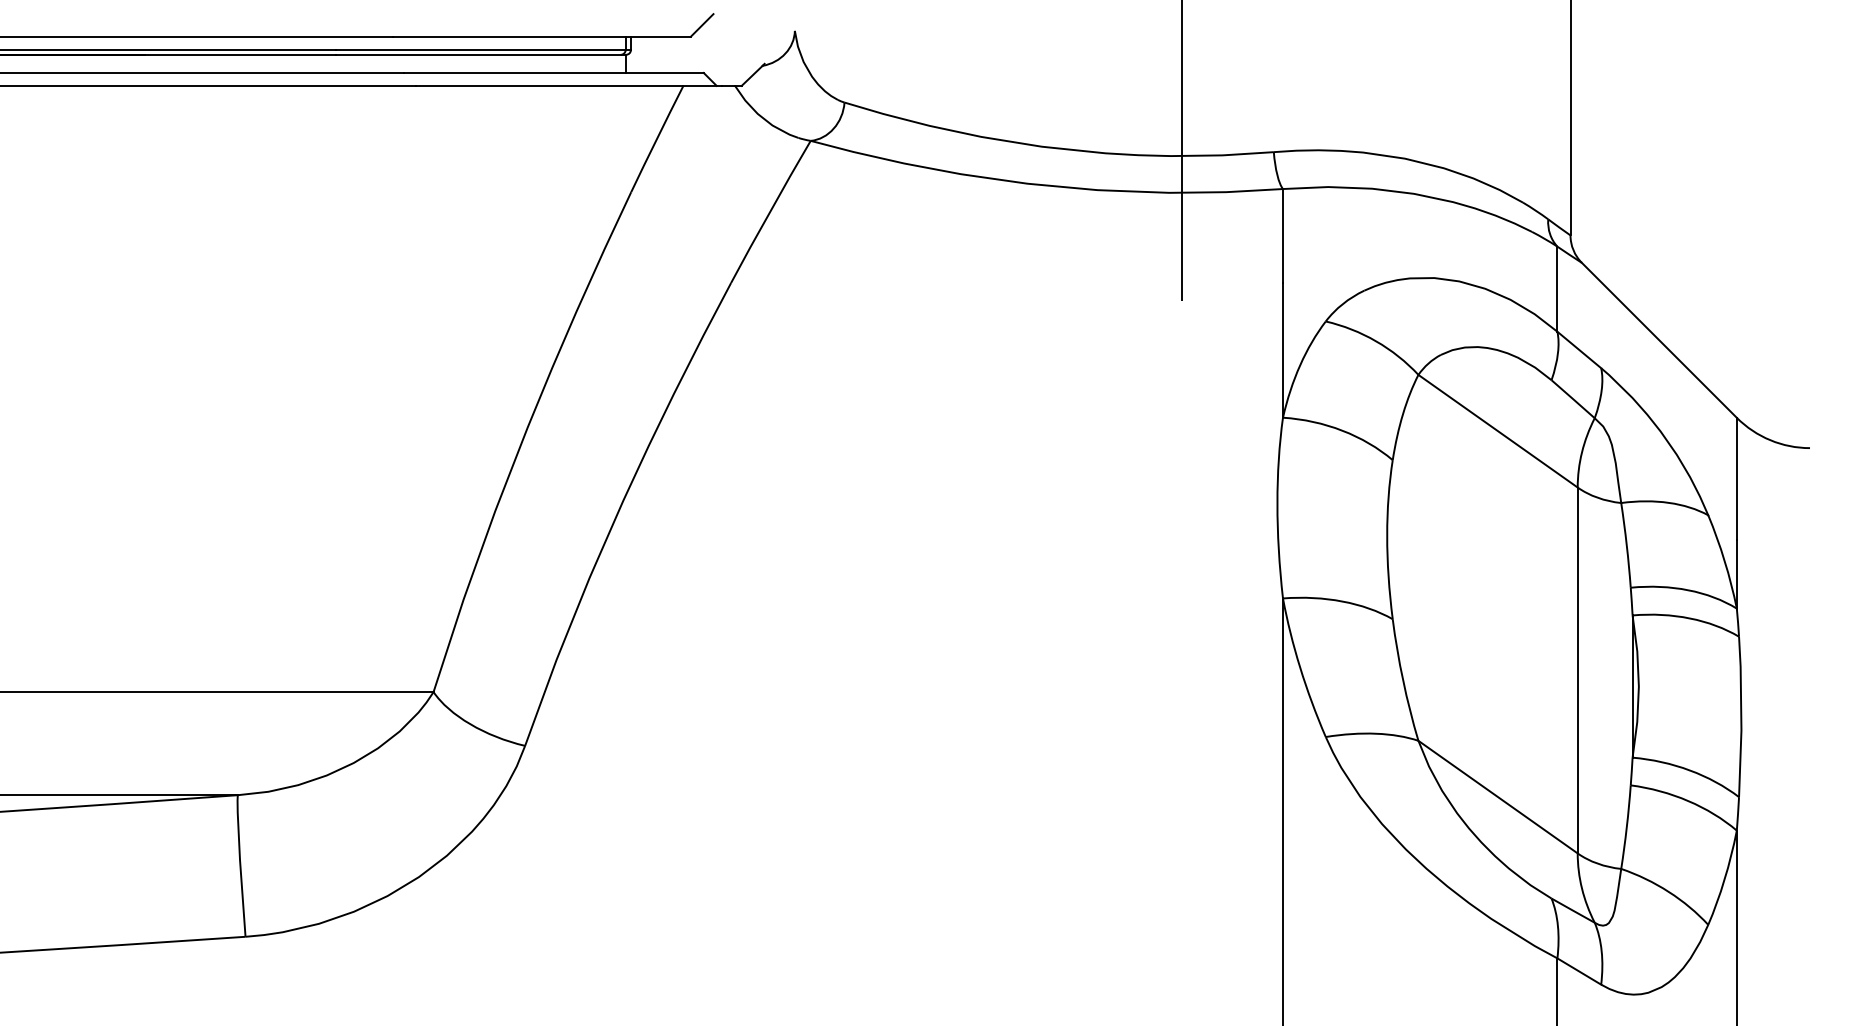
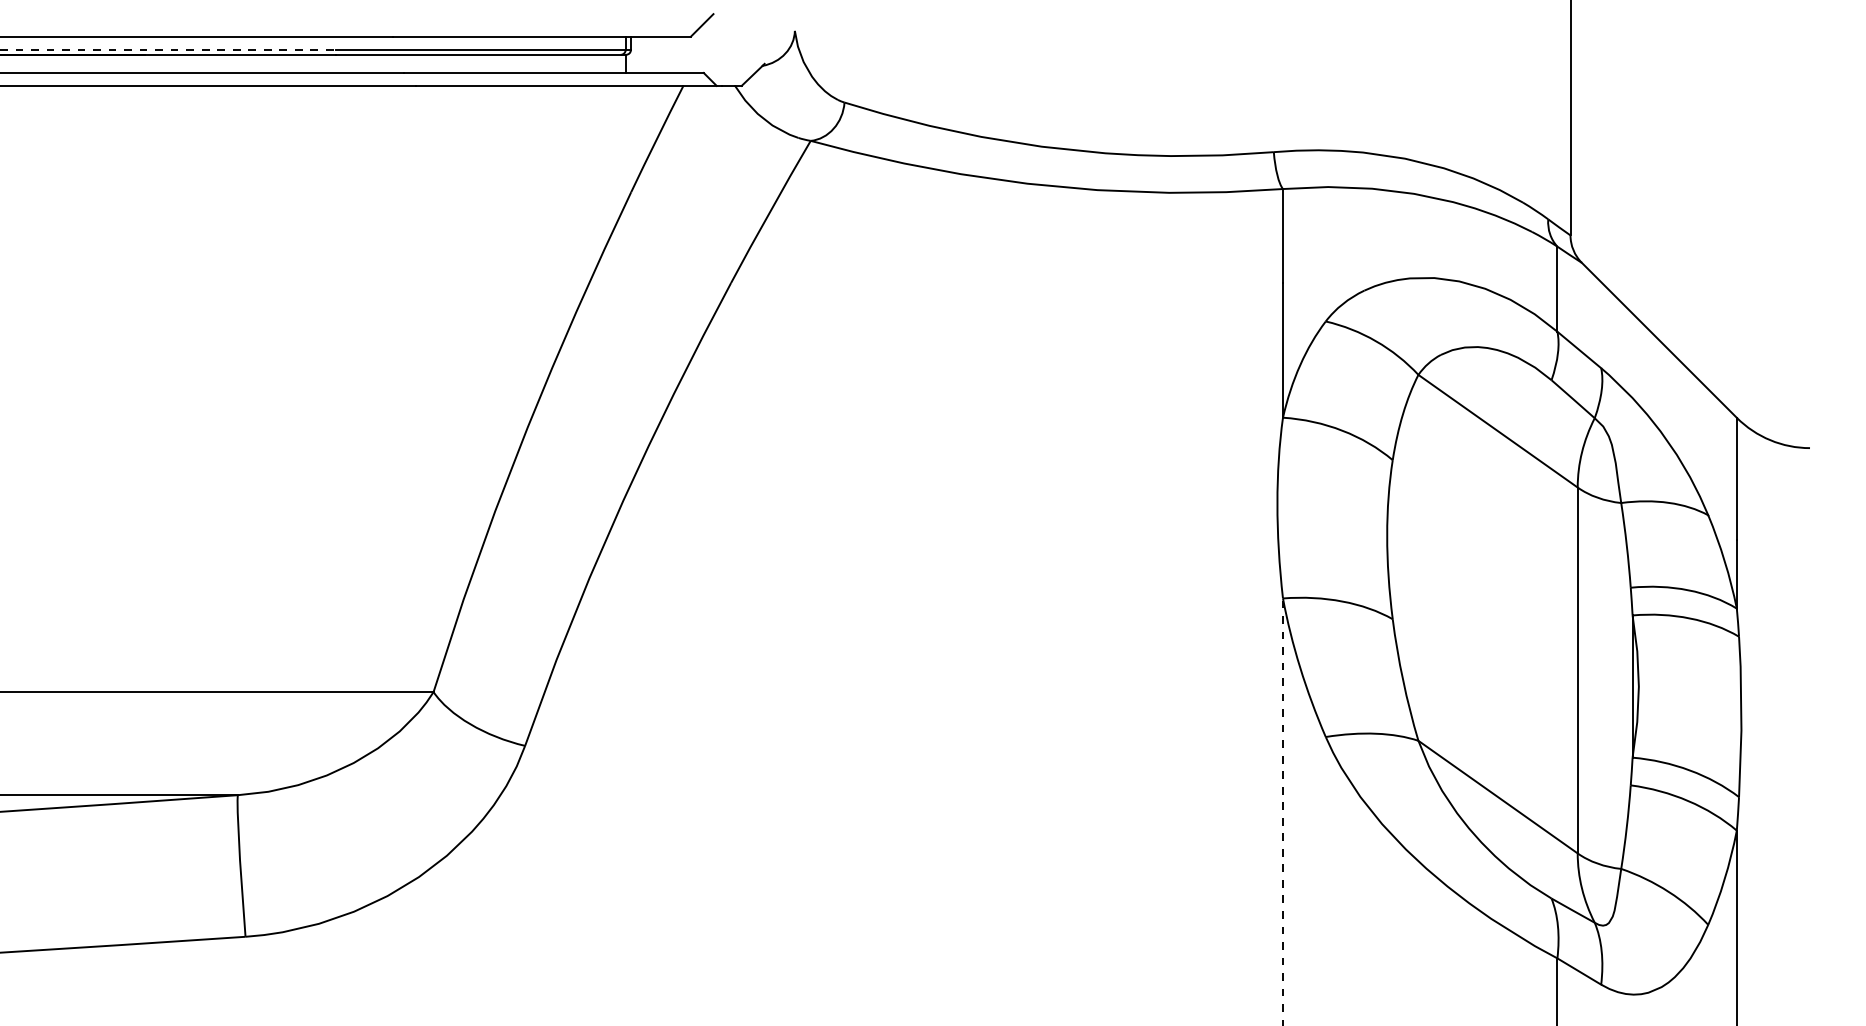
line at (168, 49): solid -> dashed
line at (1182, 151): present -> none
line at (1282, 811): solid -> dashed
